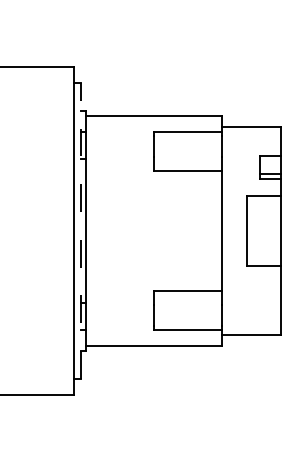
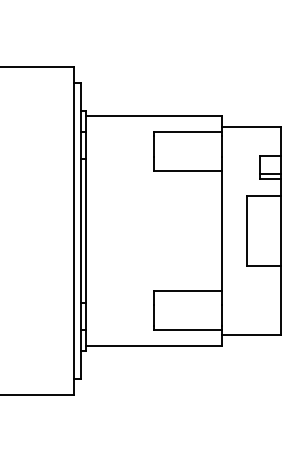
line at (81, 231): dashed -> solid
